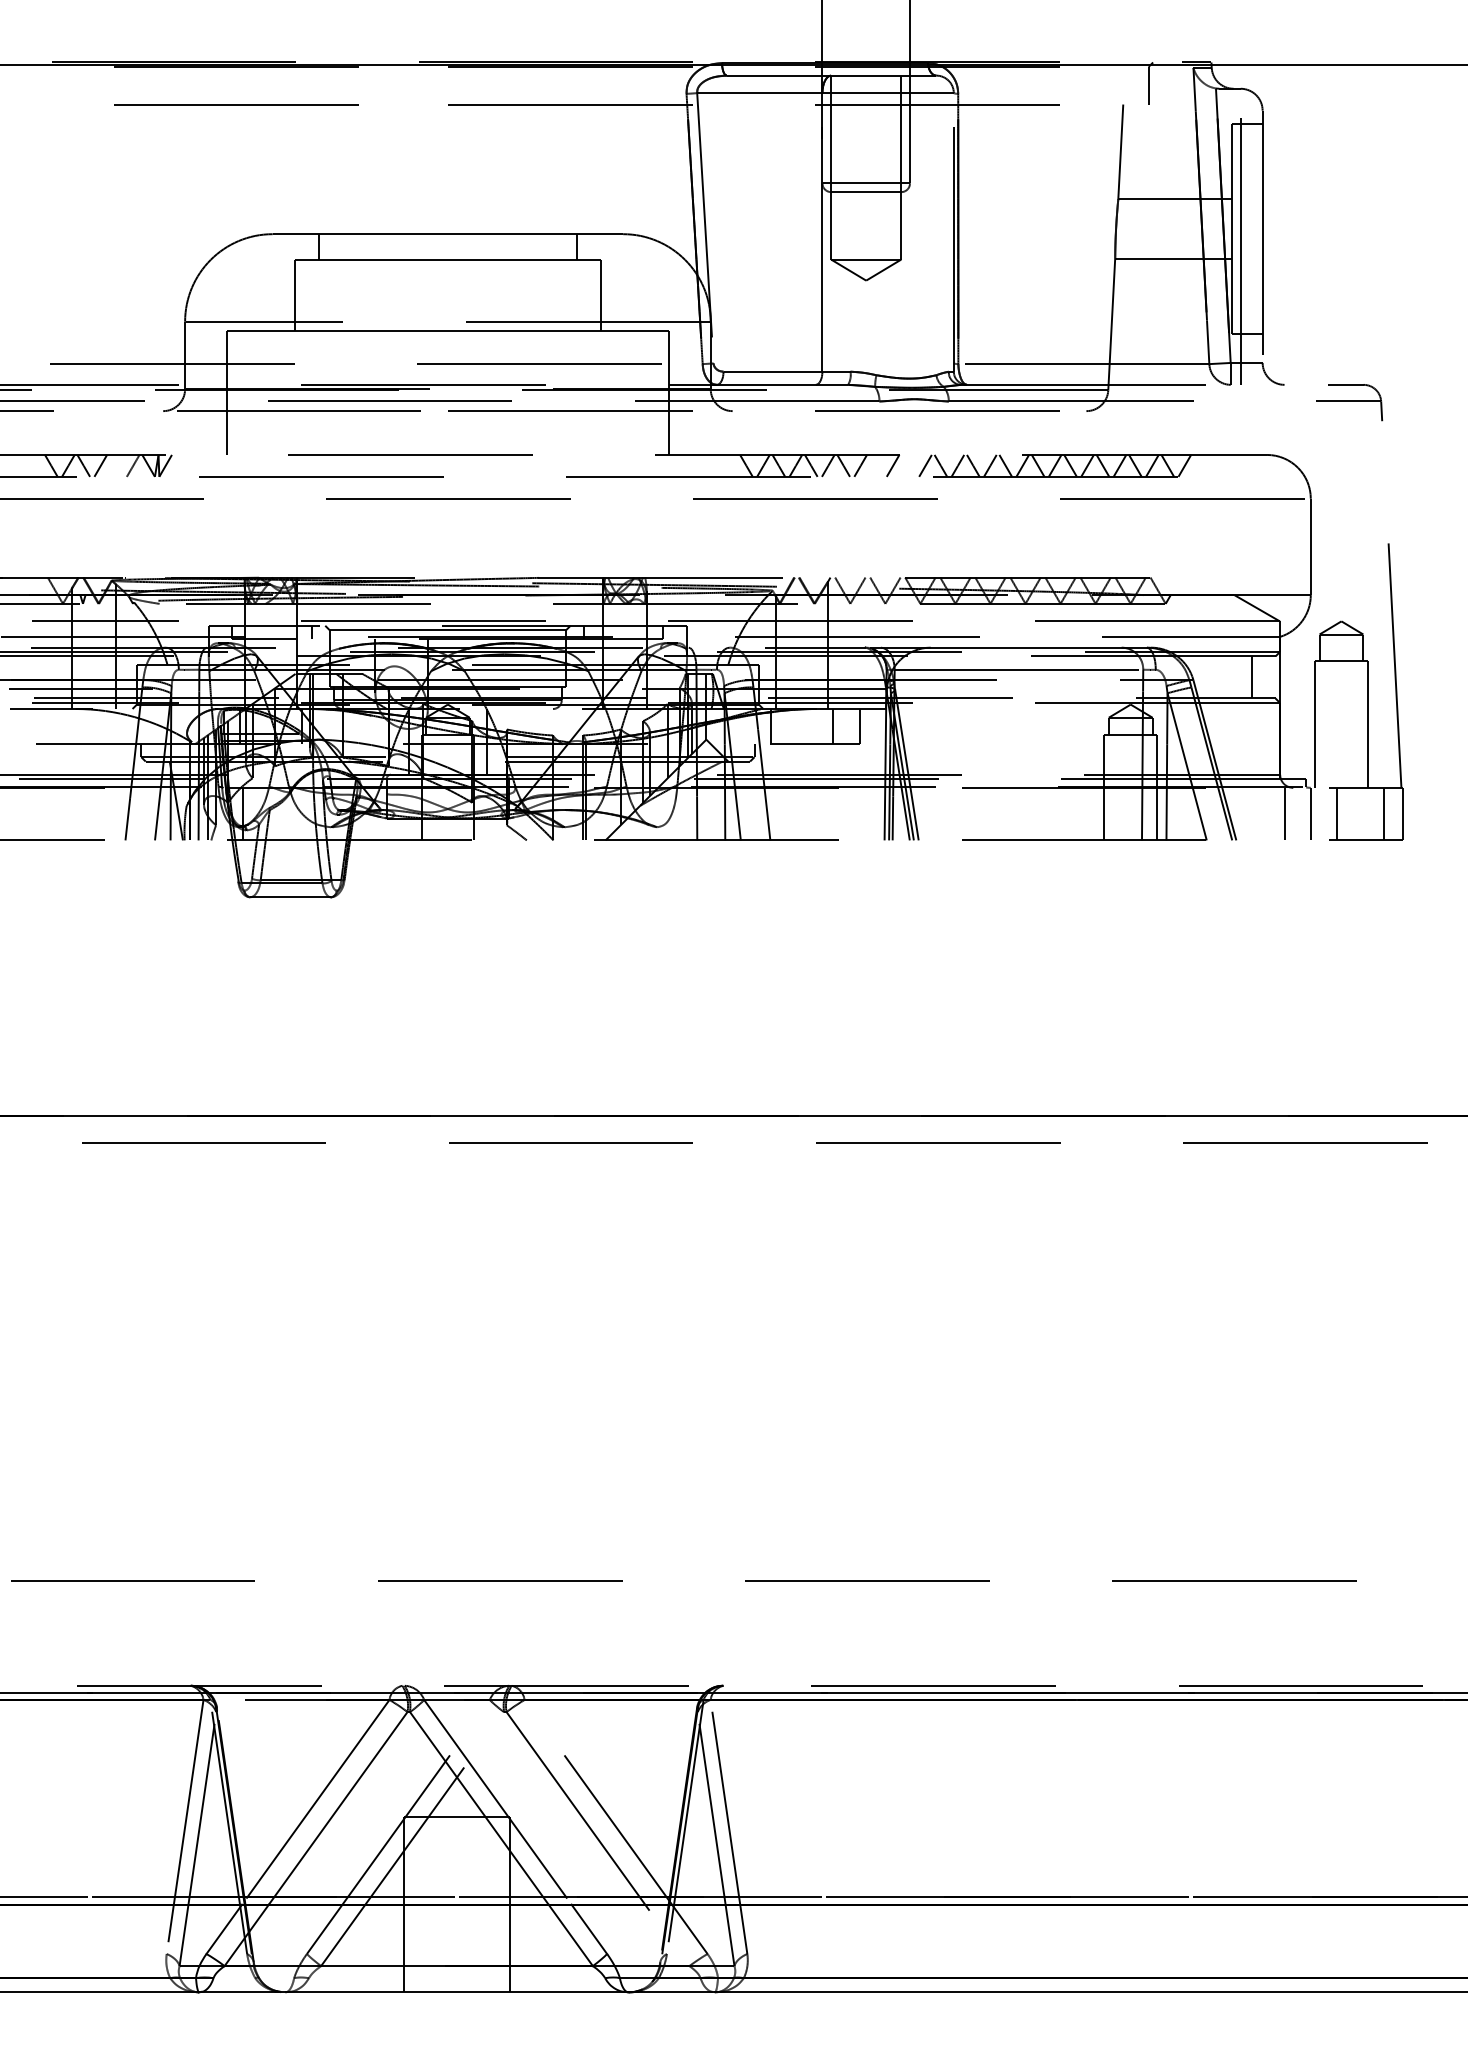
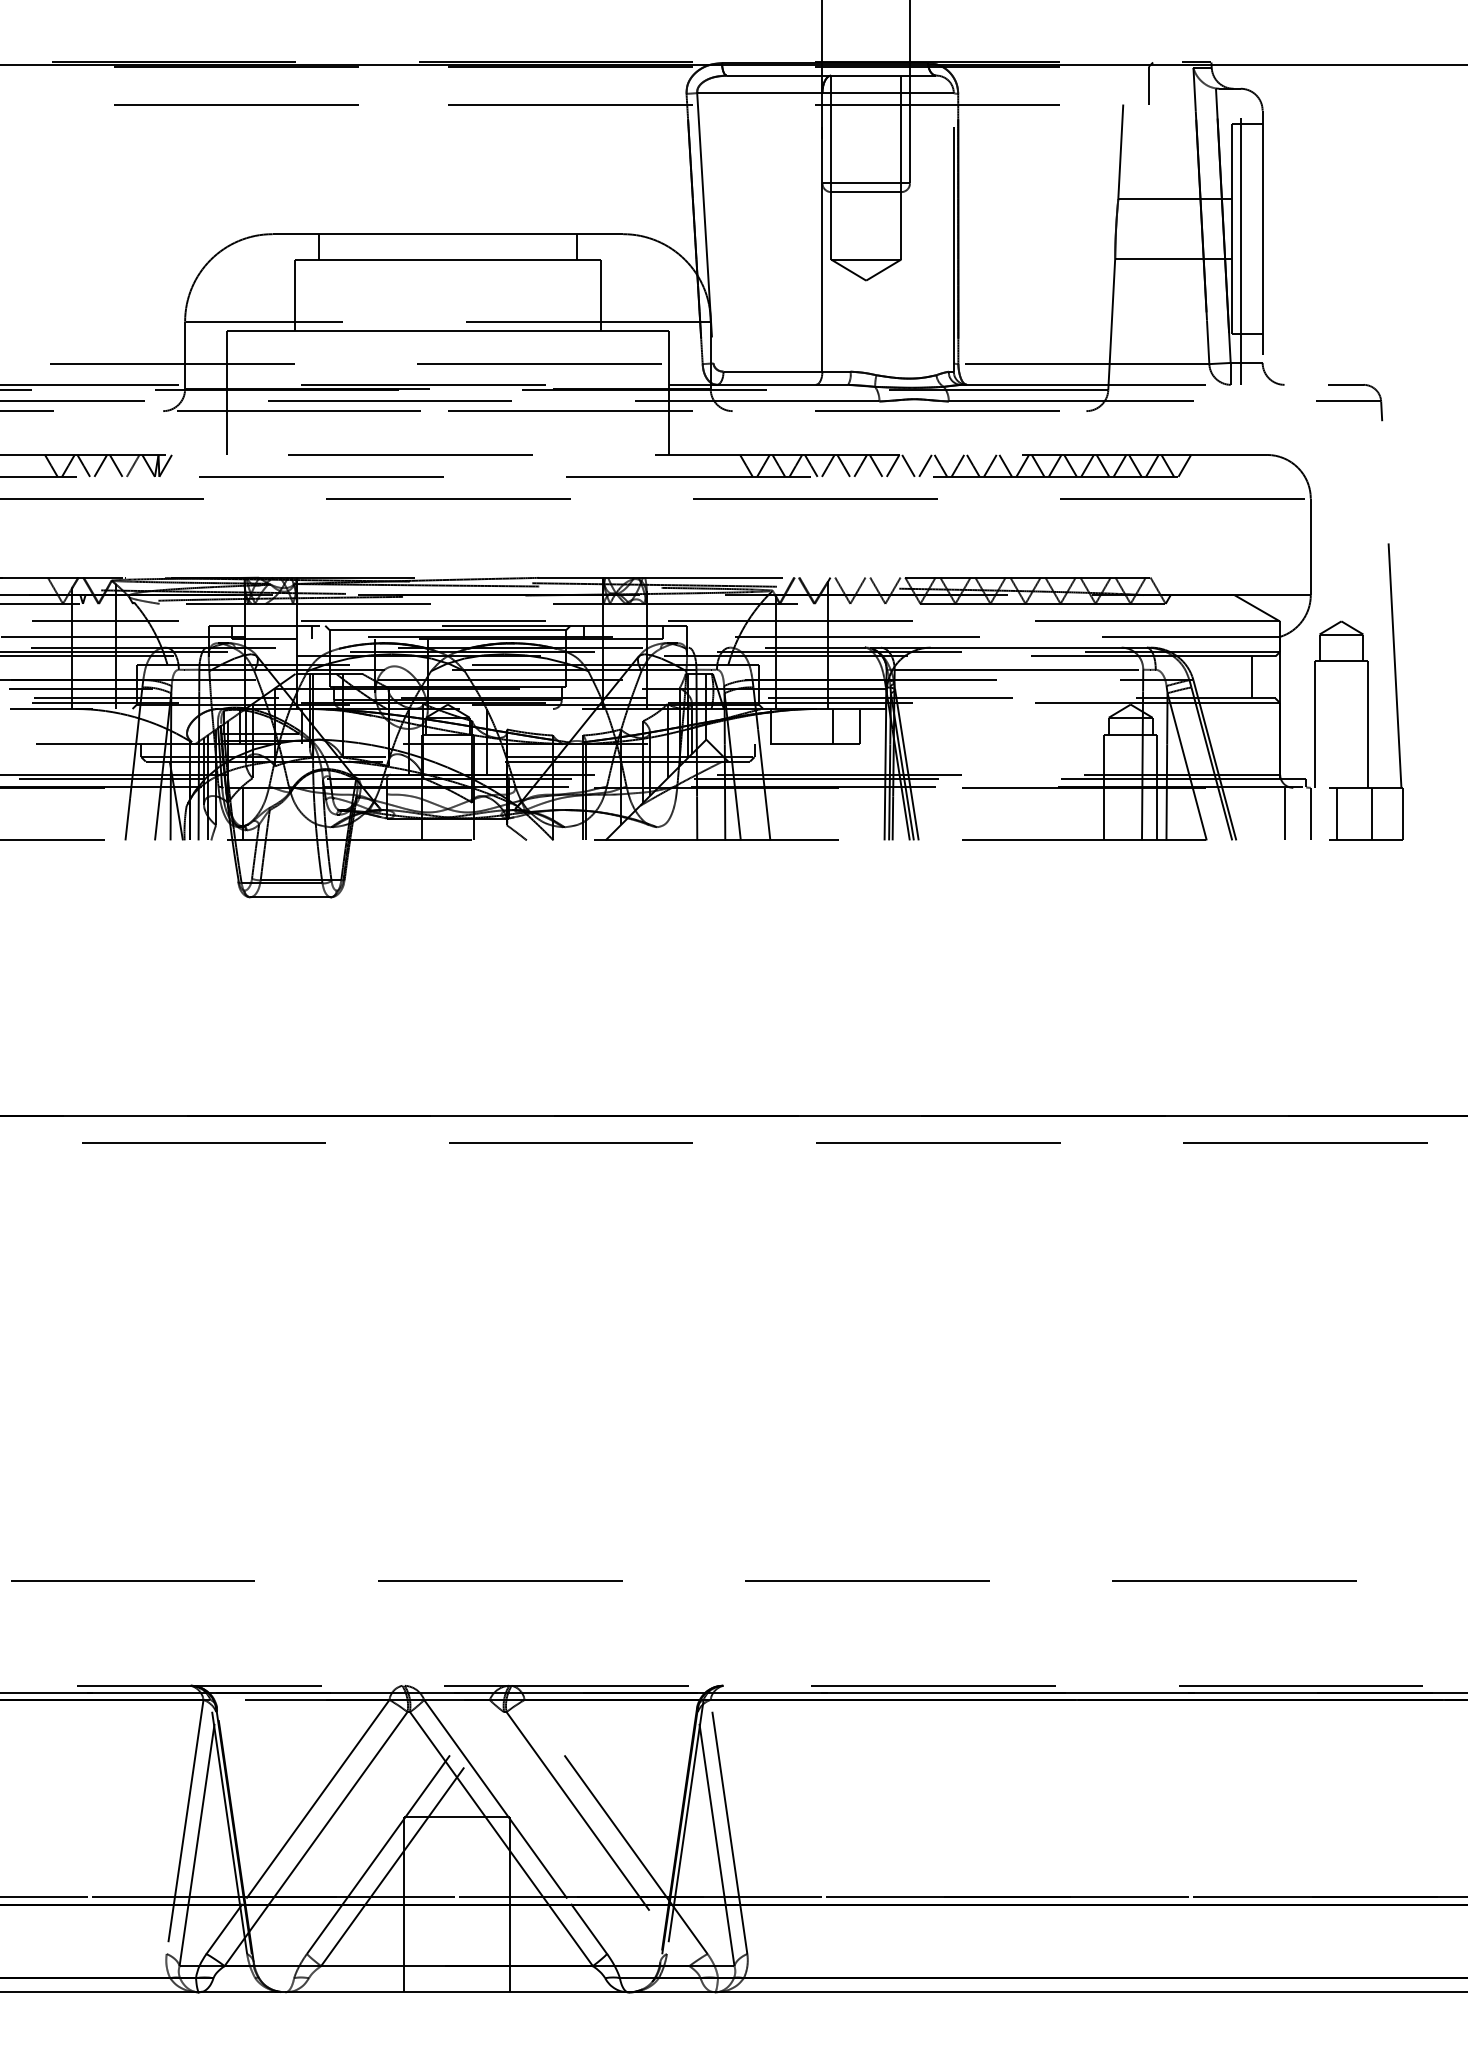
line at (115, 465): none -> present
line at (875, 465): none -> present
line at (908, 465): none -> present
line at (1384, 813) position: (1384, 813) -> (1372, 813)
